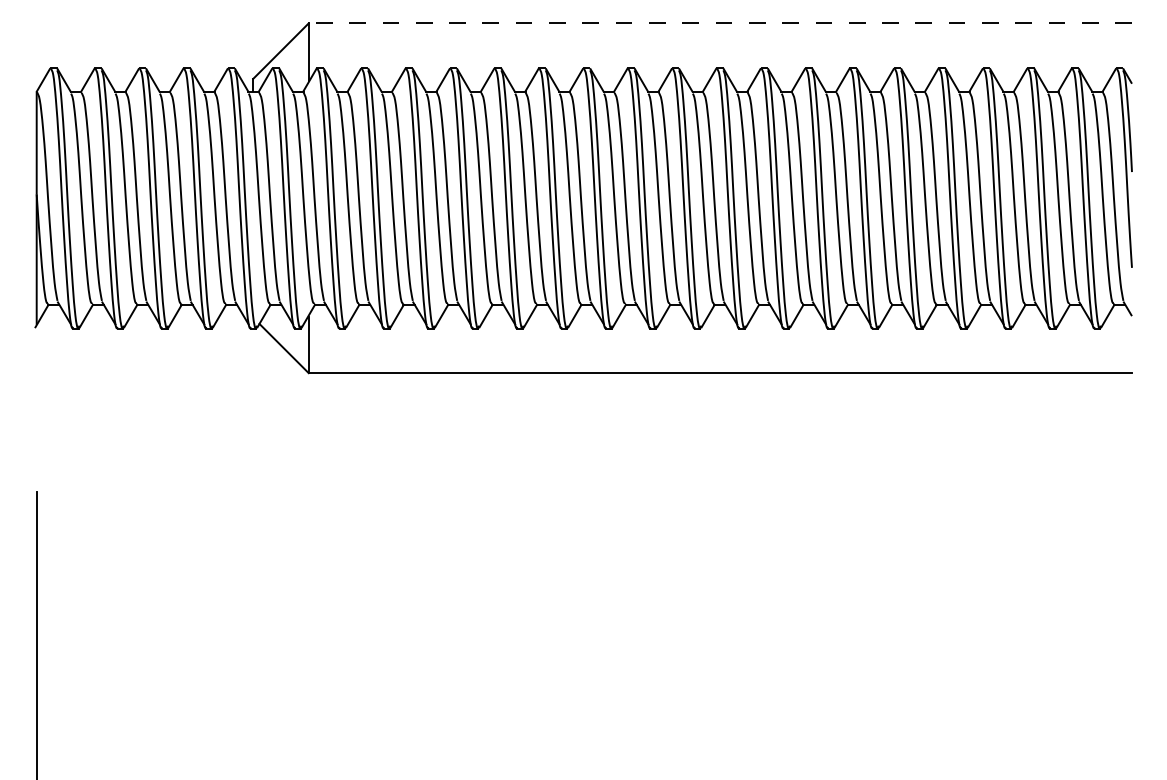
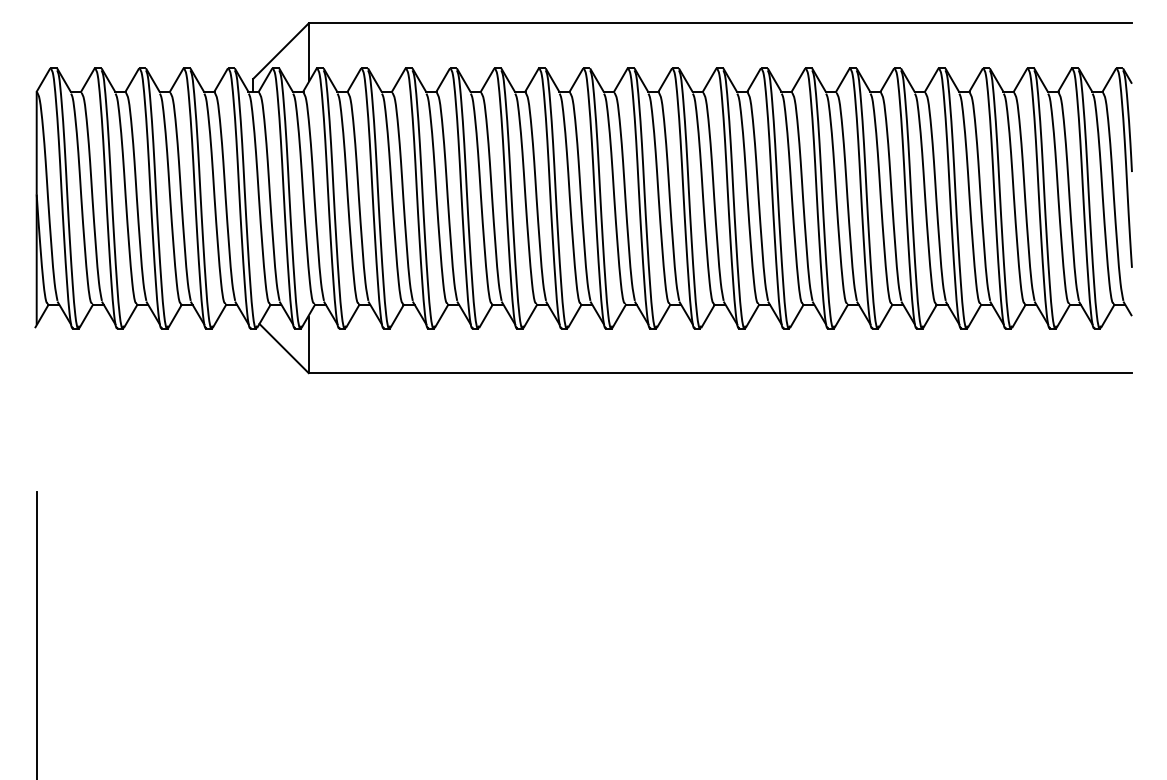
line at (720, 23): dashed -> solid
